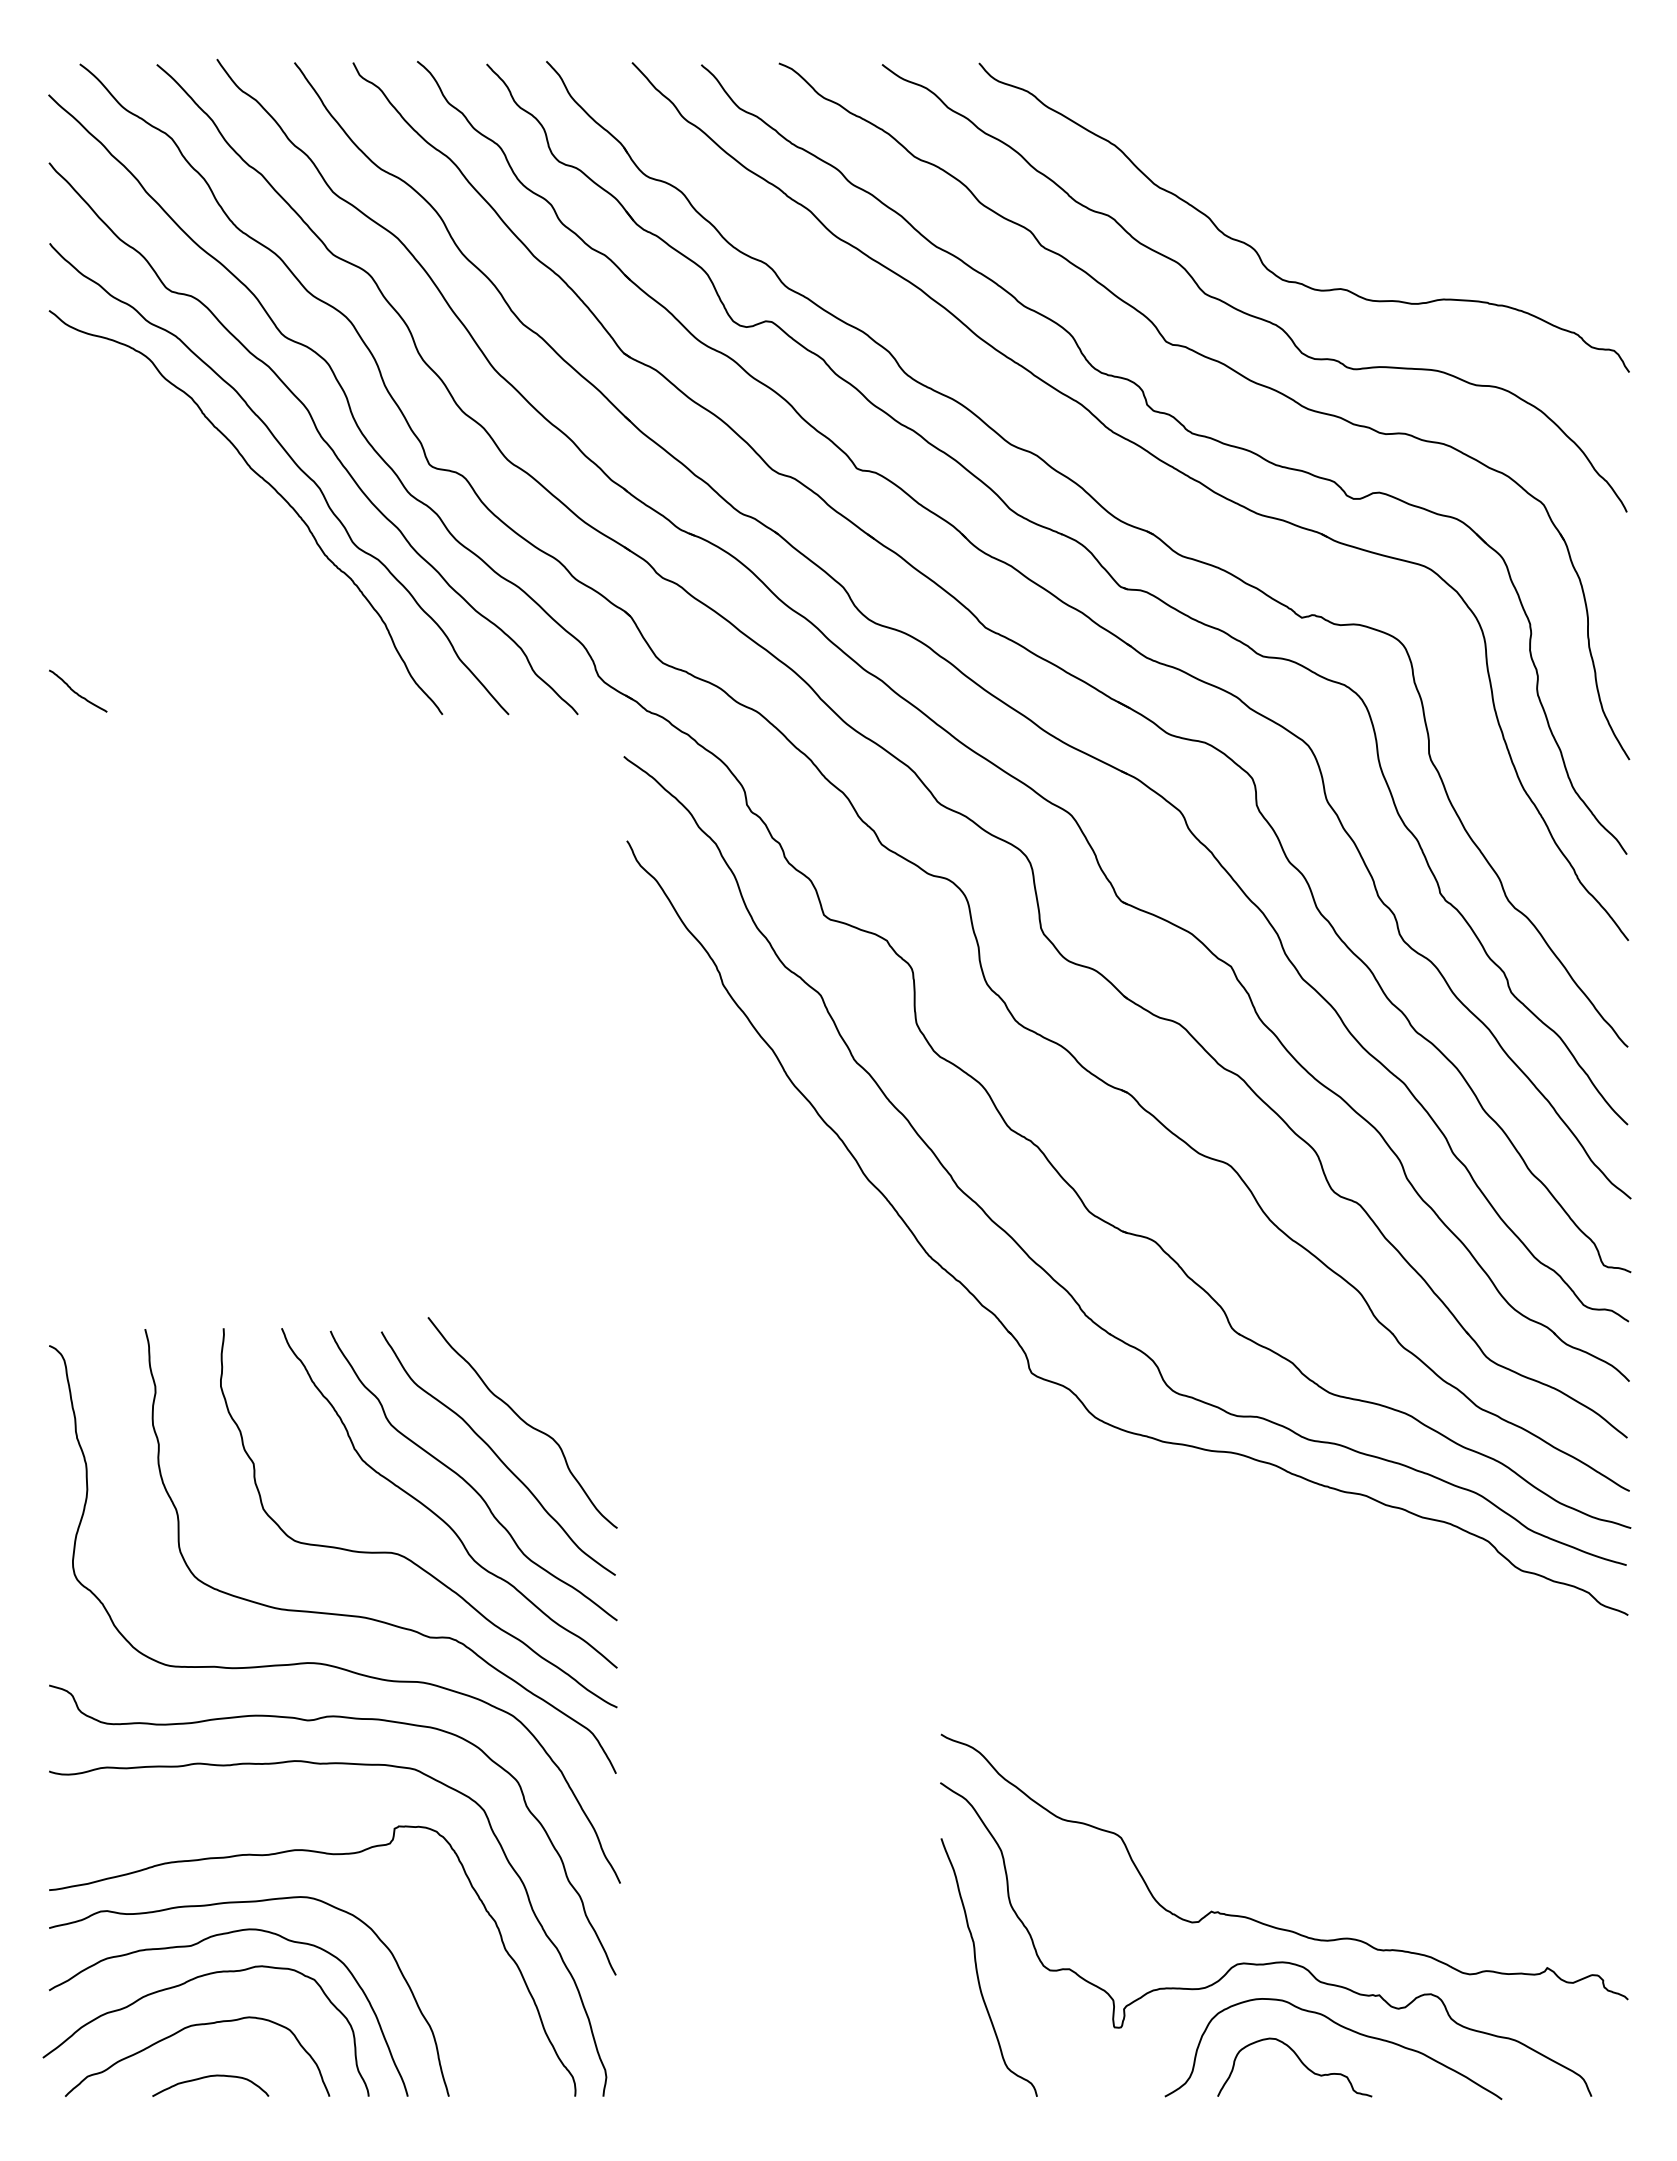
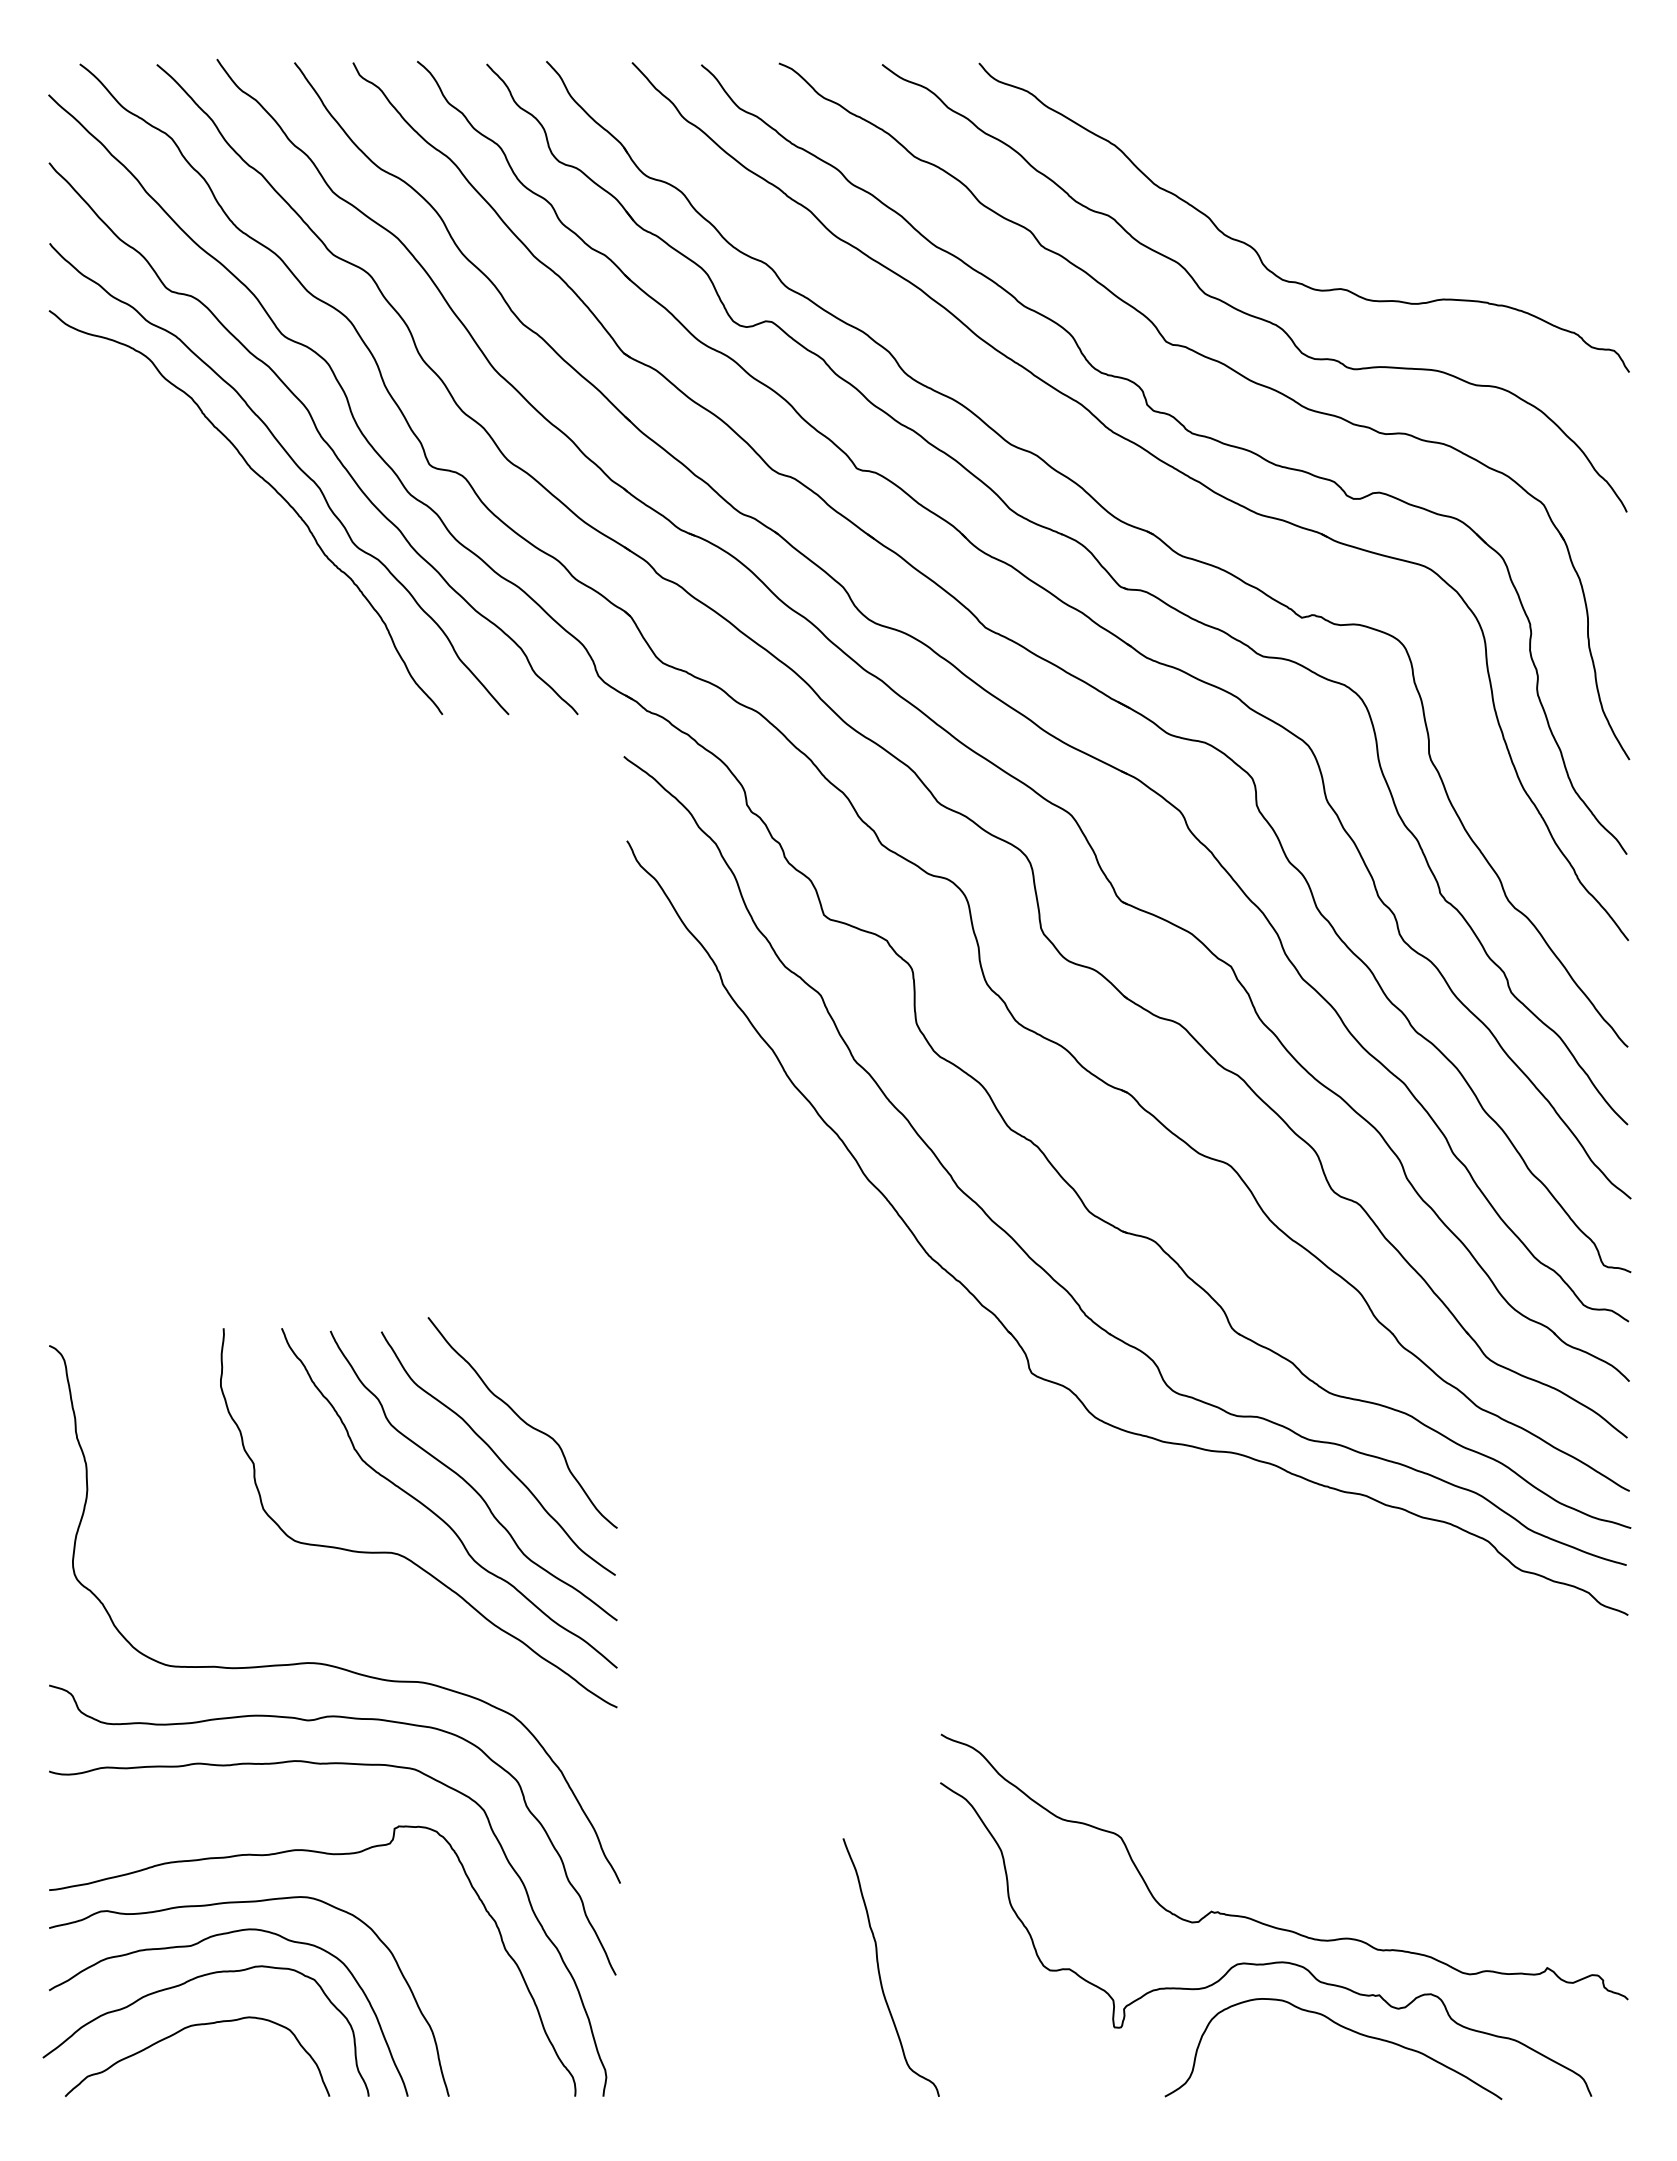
curve at (77, 692): present -> none
curve at (365, 1616): present -> none
curve at (977, 1967) position: (977, 1967) -> (879, 1967)
curve at (1300, 2062): present -> none
curve at (209, 2077): present -> none
